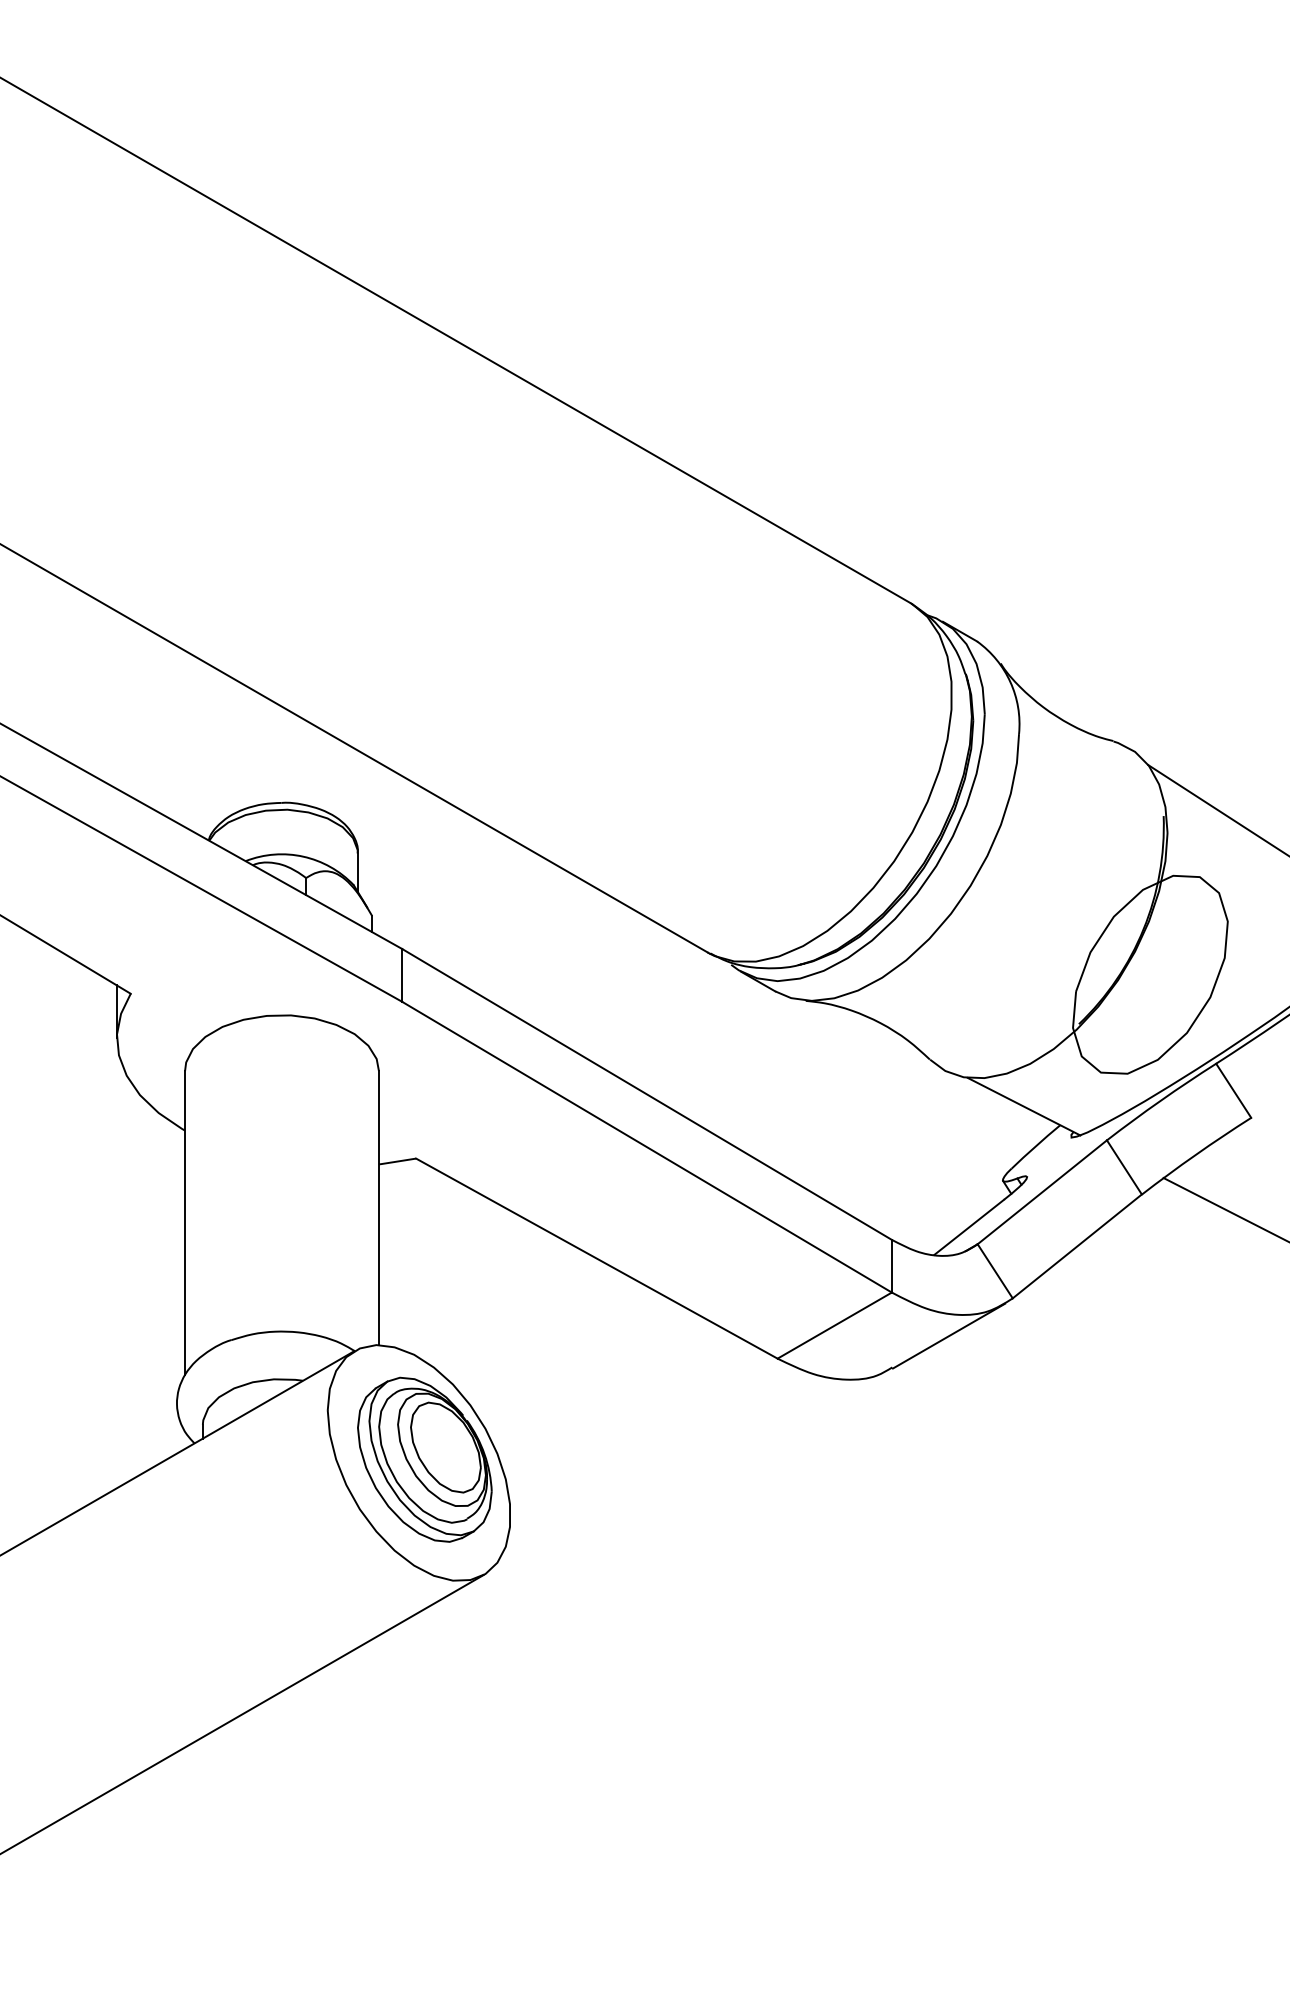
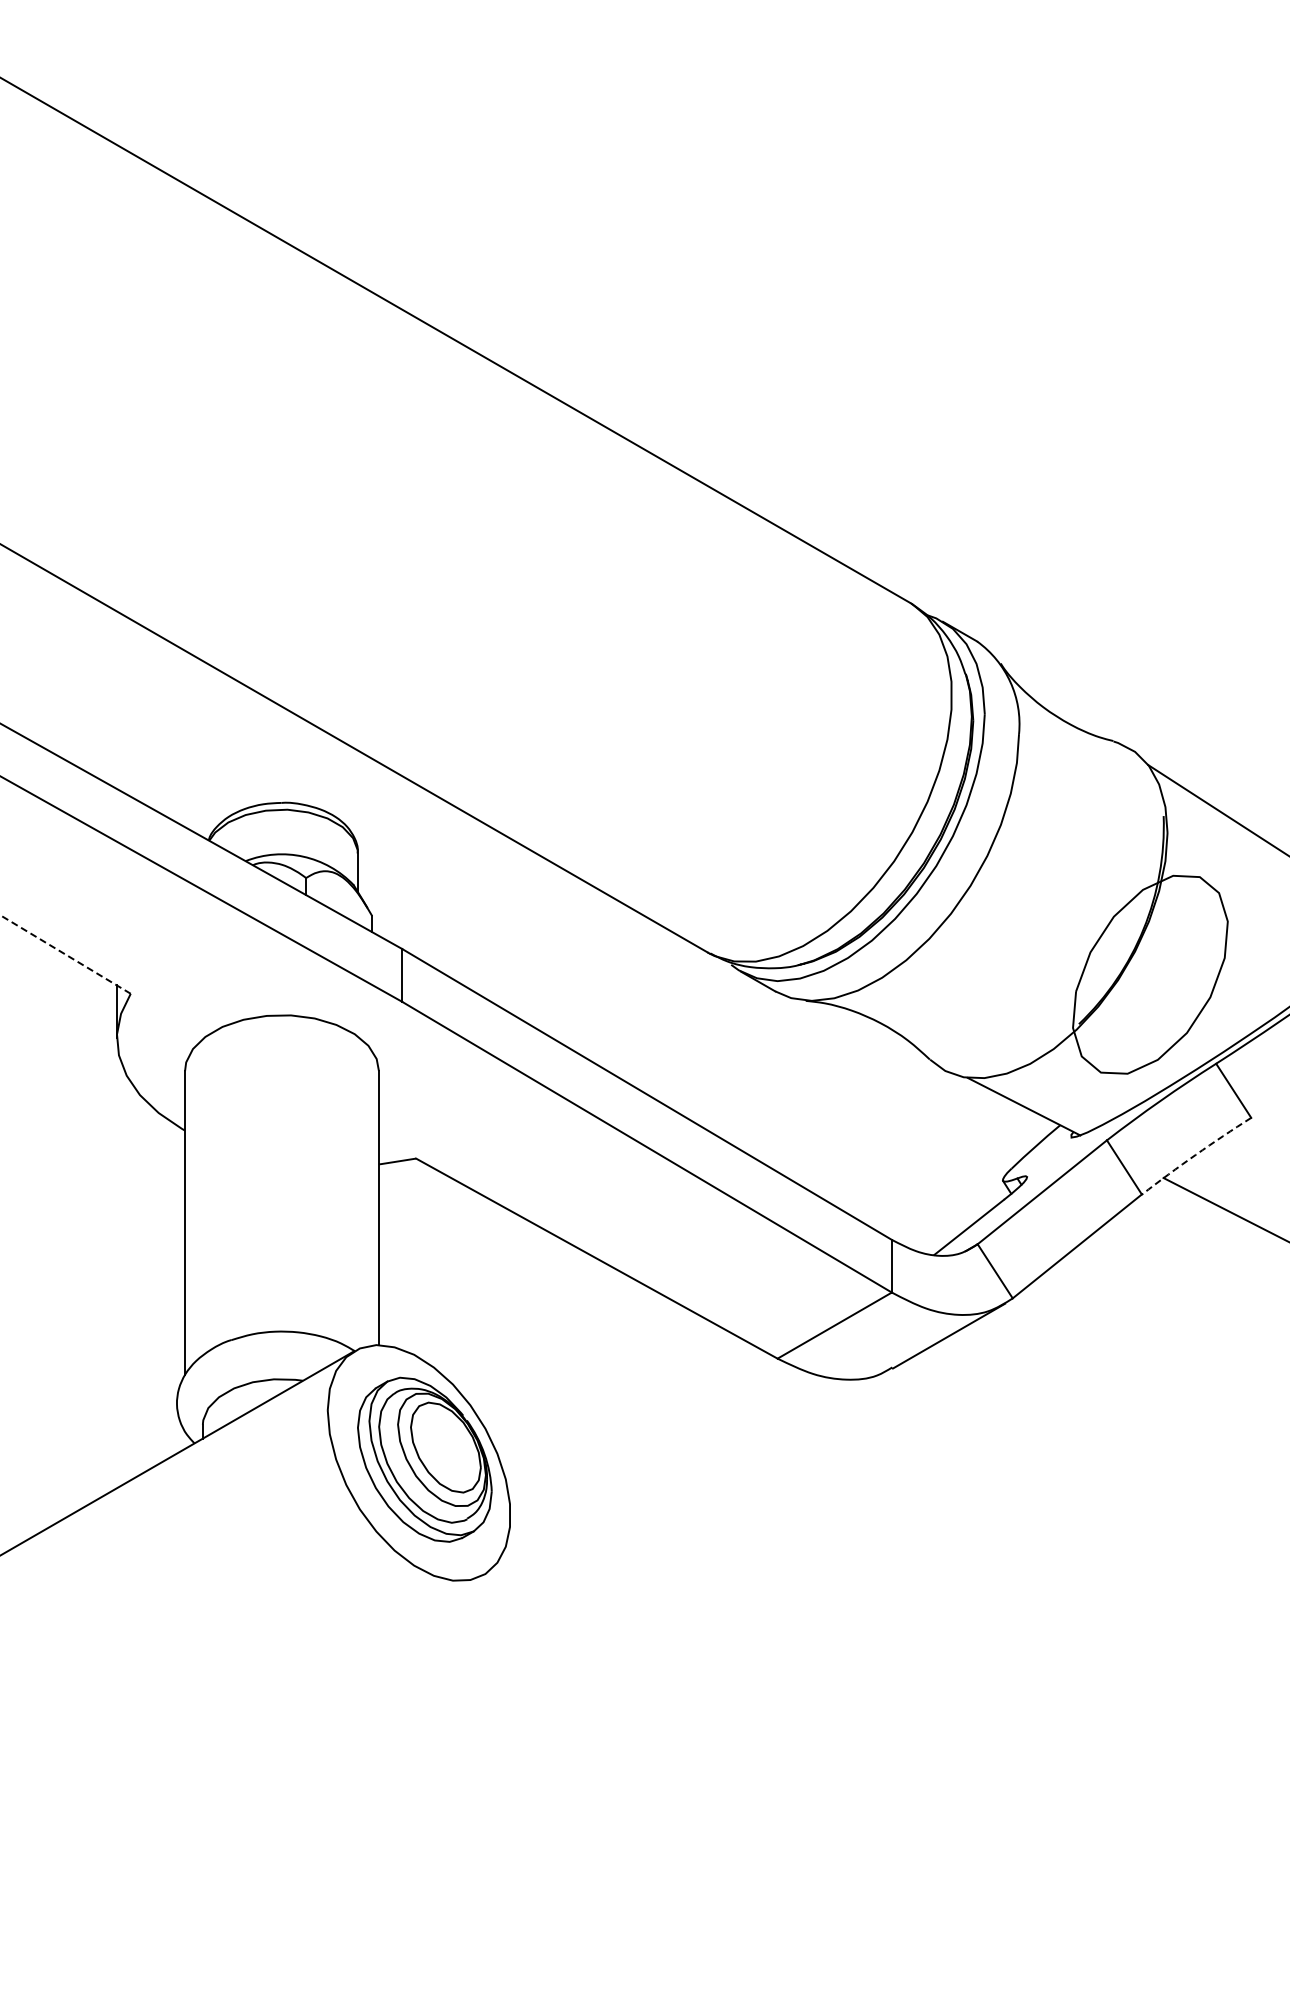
line at (65, 954): solid -> dashed
arc at (1195, 1154): solid -> dashed
line at (242, 1713): present -> none
